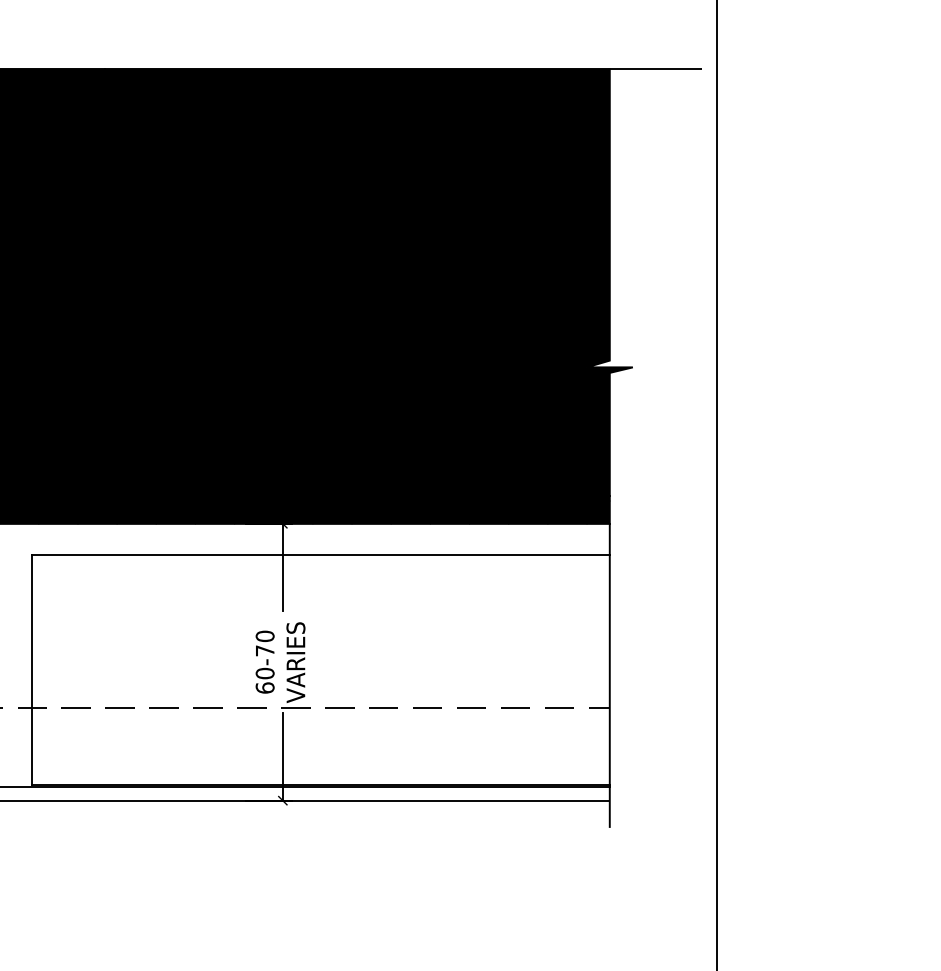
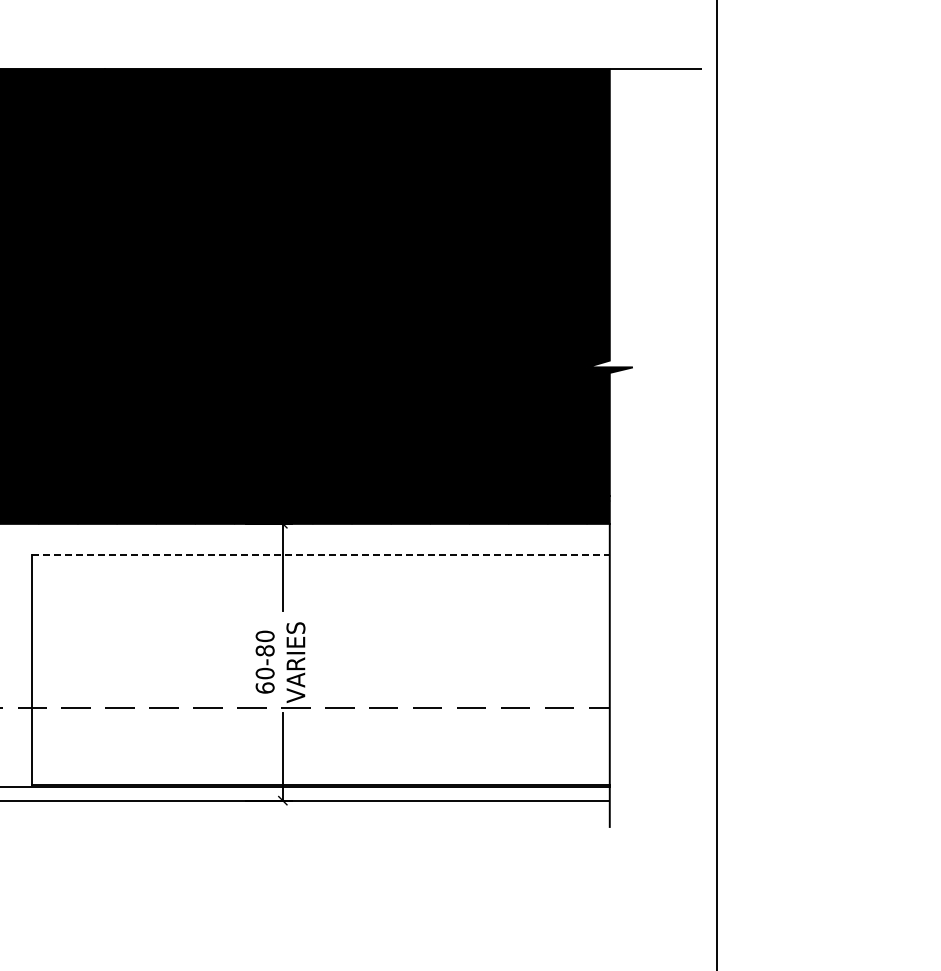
line at (321, 555): solid -> dashed
text at (264, 650): 60-70 -> 60-80
